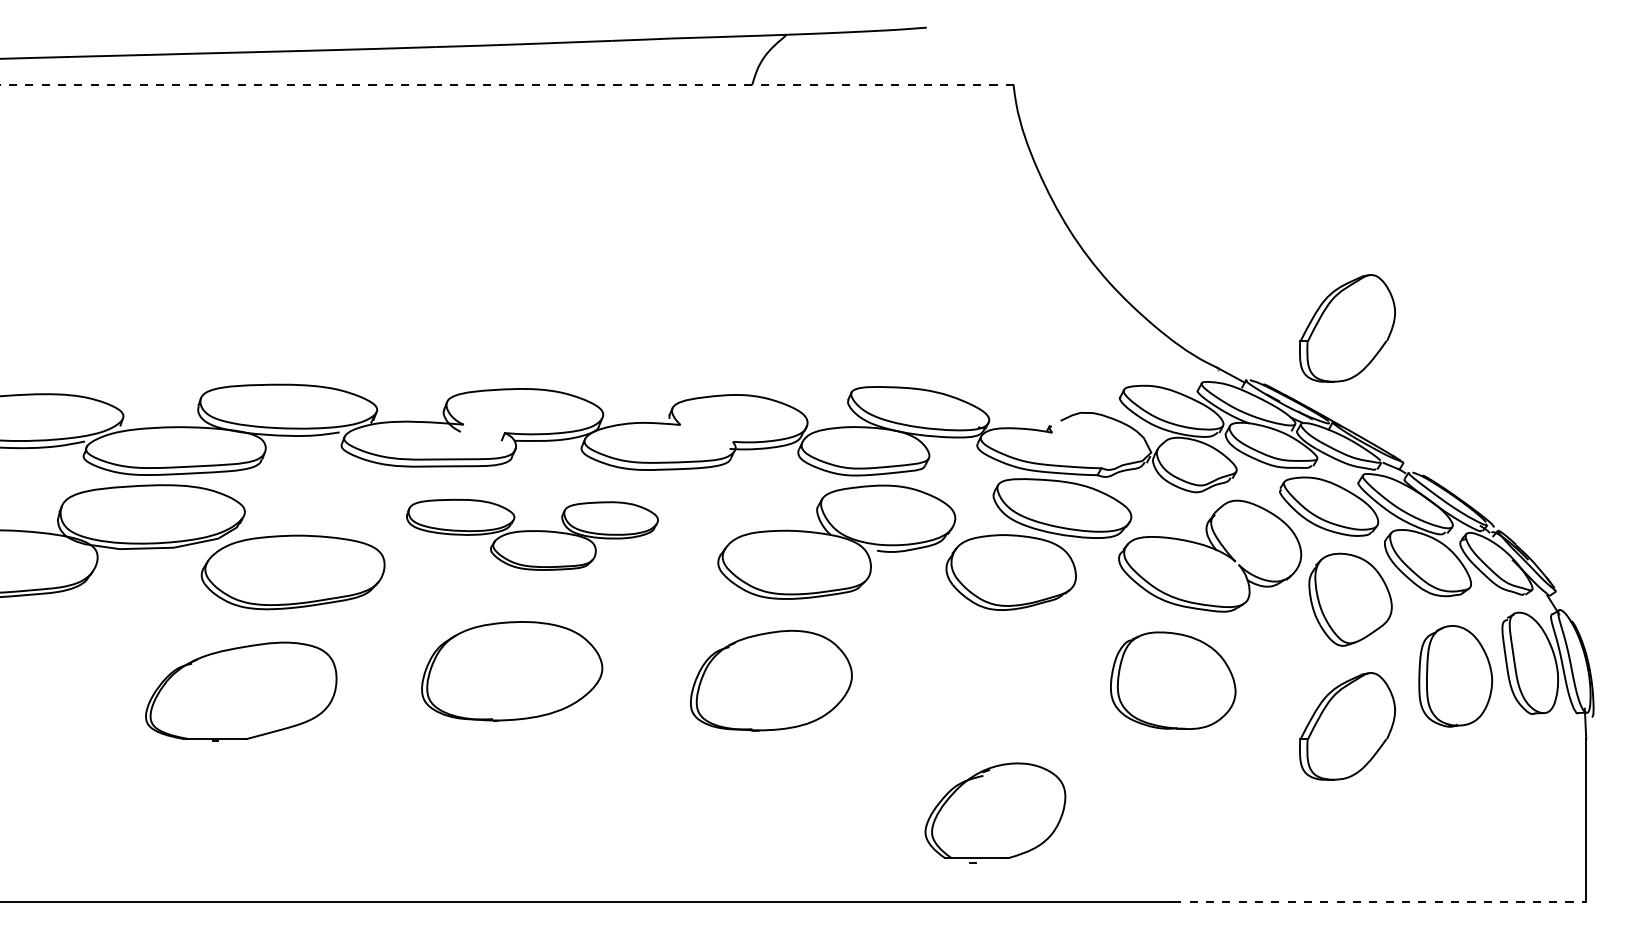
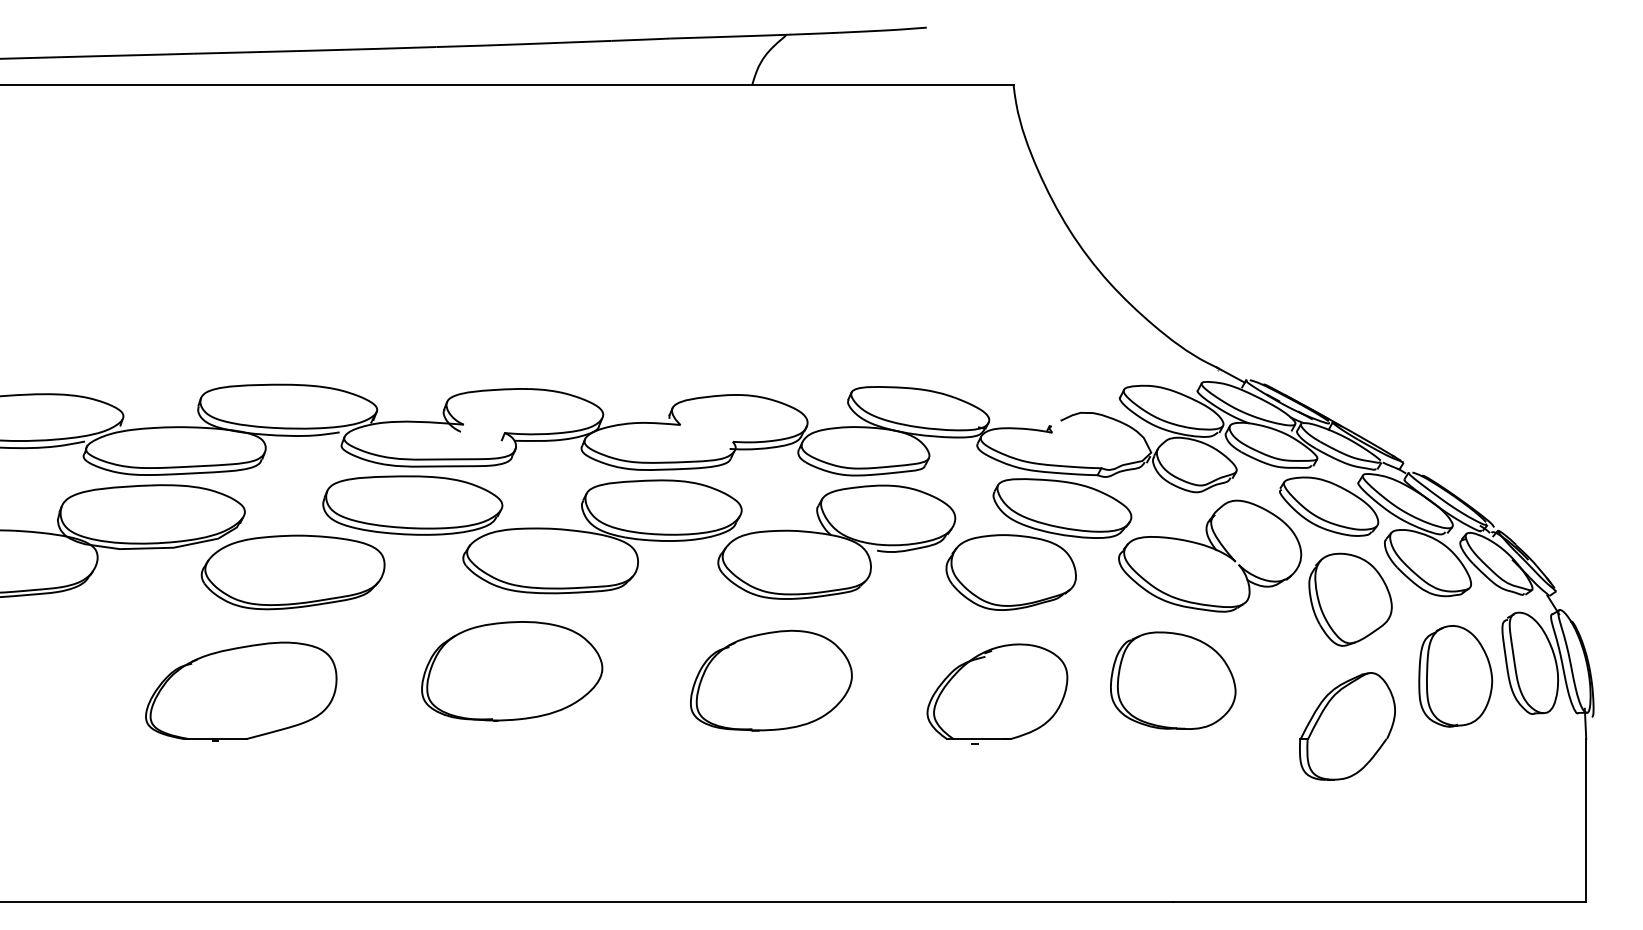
line at (507, 85): dashed -> solid
part at (1347, 328): present -> none
part at (532, 534) size: 253x73 px -> 421x120 px
part at (995, 812) position: (995, 812) -> (997, 693)
line at (1380, 902): dashed -> solid
